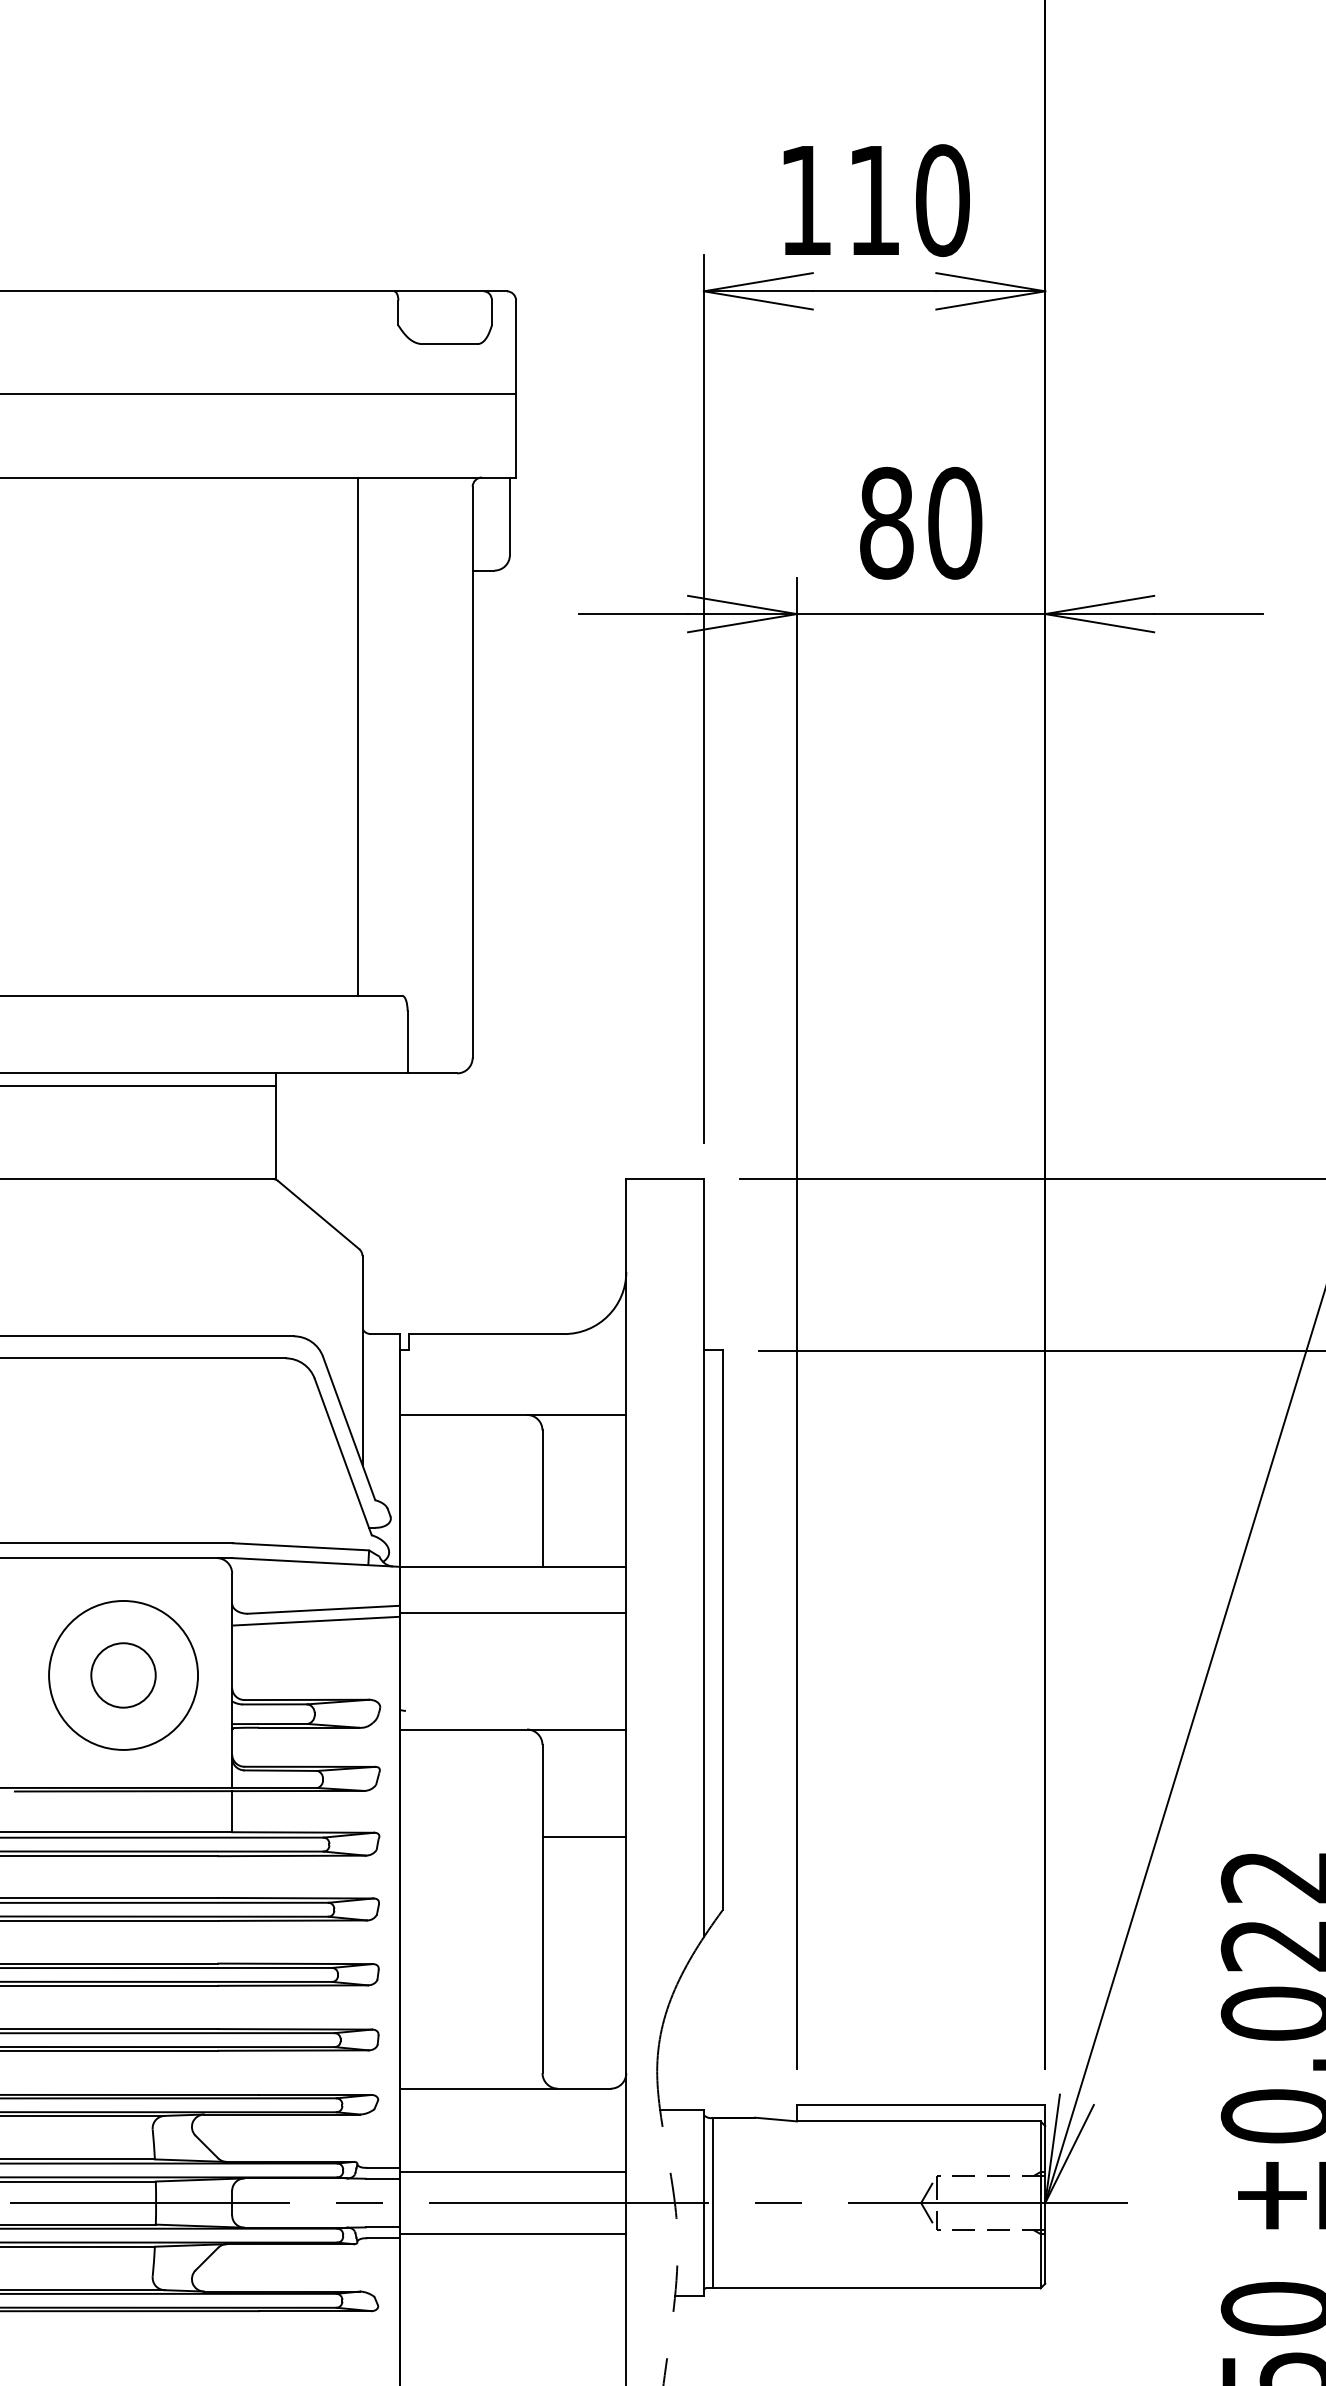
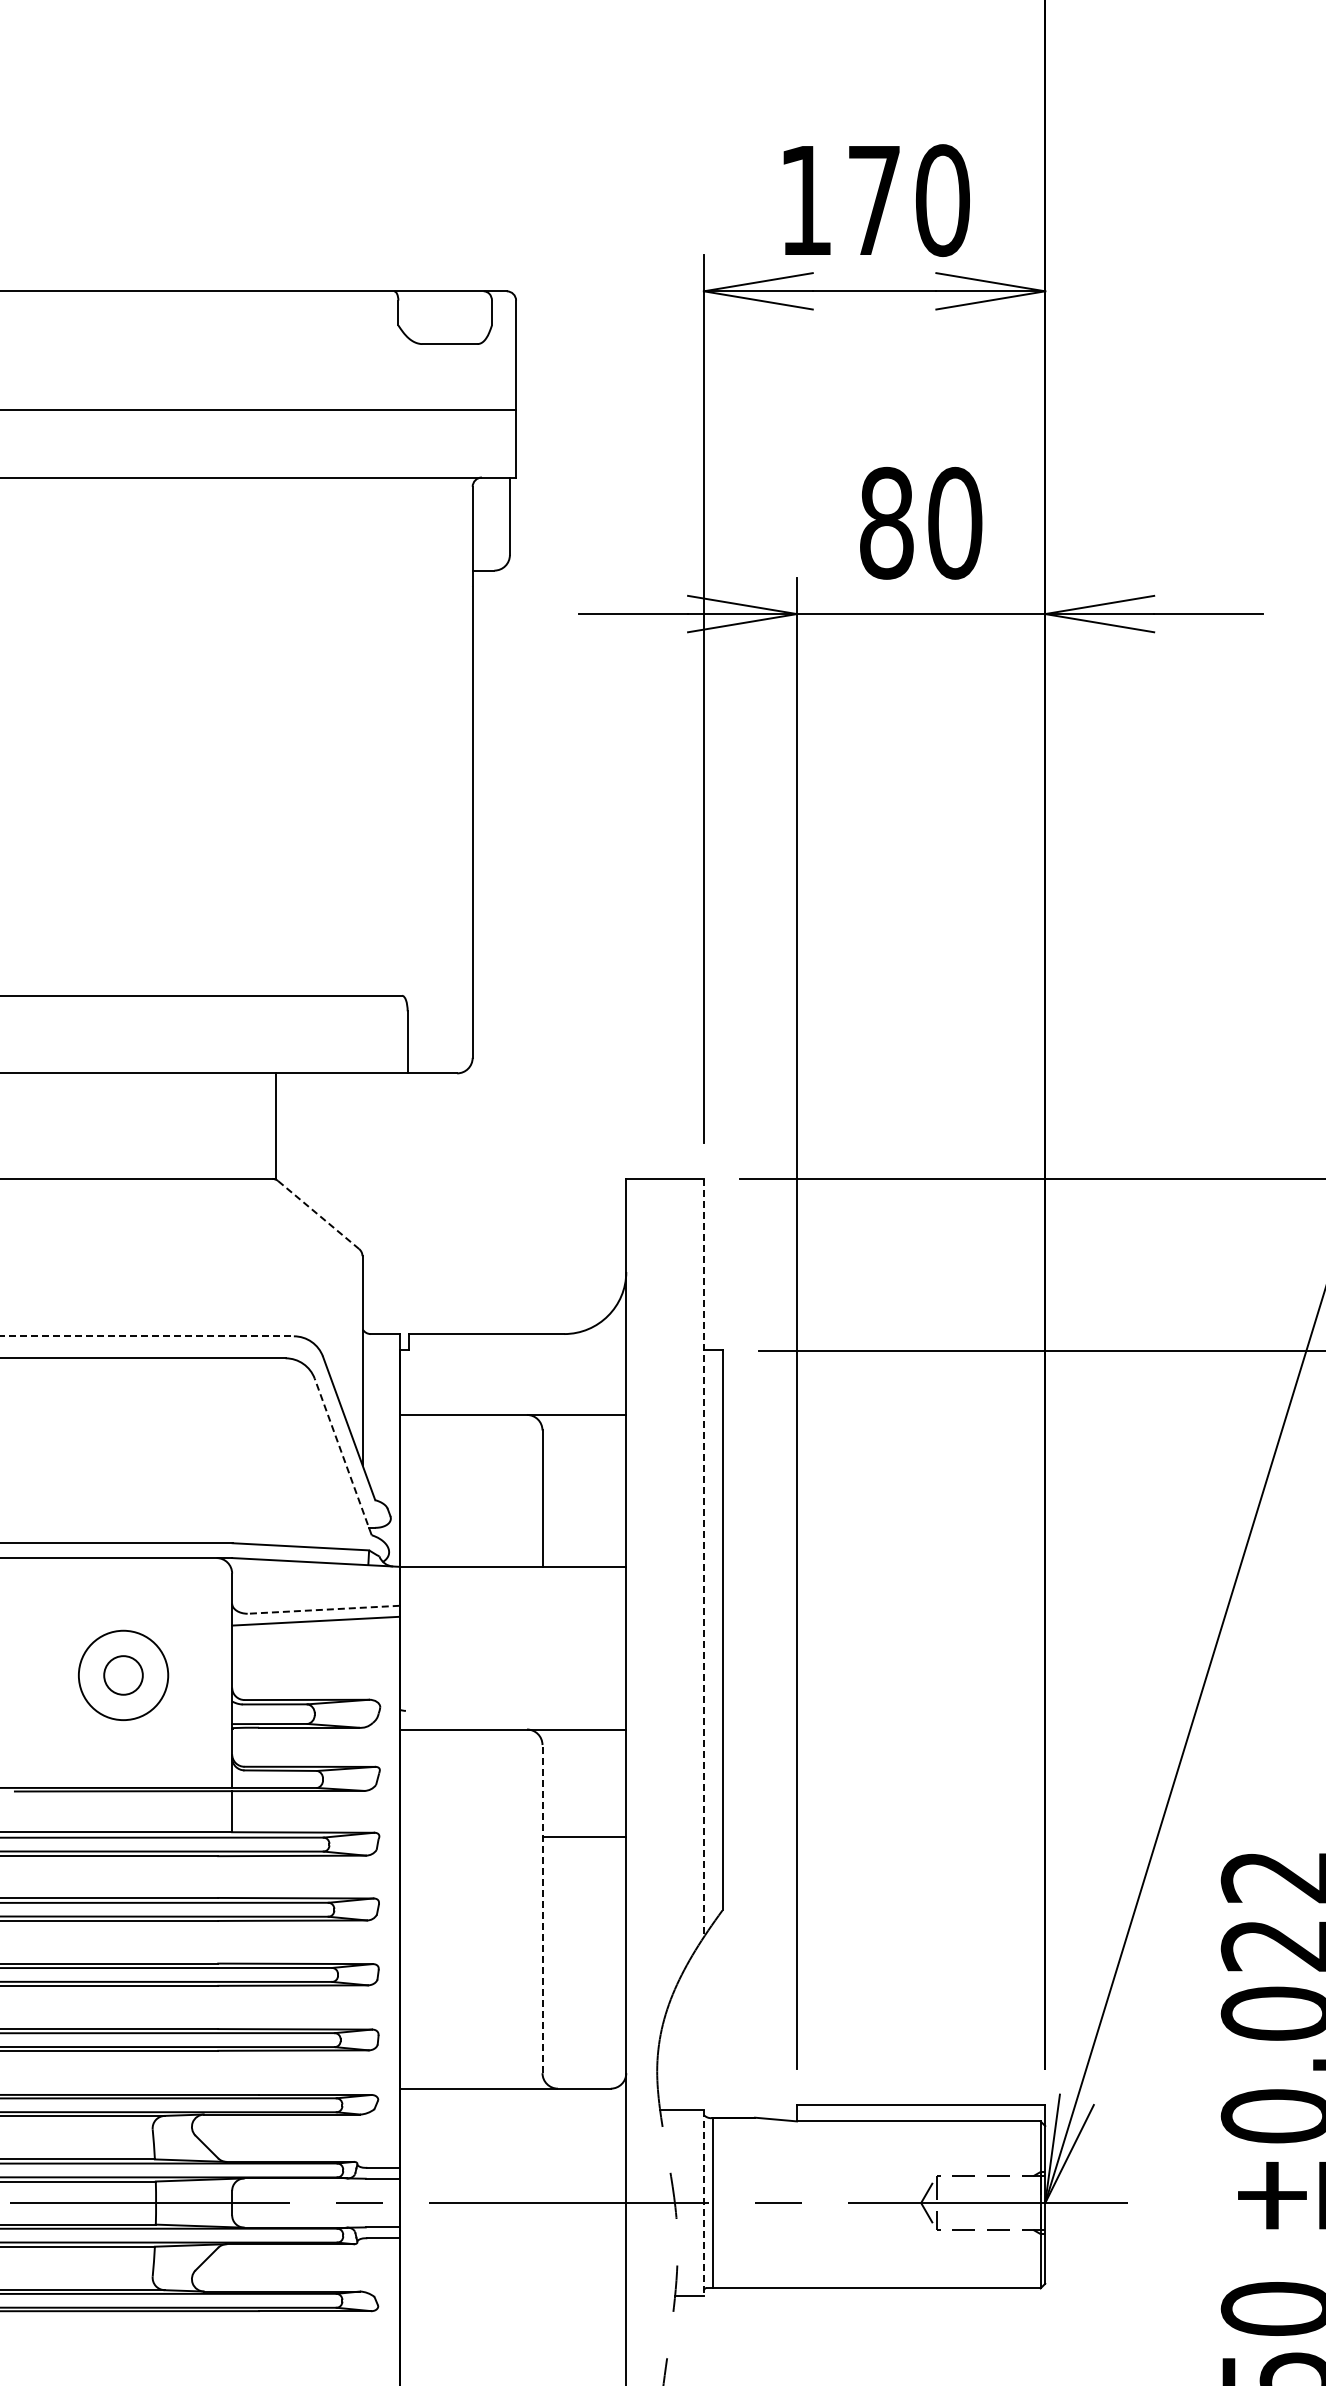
text at (874, 200): 110 -> 170
line at (259, 393) position: (259, 393) -> (259, 409)
line at (357, 736): present -> none
line at (138, 1085): present -> none
line at (318, 1215): solid -> dashed
line at (147, 1336): solid -> dashed
line at (343, 1456): solid -> dashed
line at (703, 1558): solid -> dashed
line at (323, 1609): solid -> dashed
line at (512, 1612): present -> none
circle at (123, 1674) diameter: 149 px -> 89 px
circle at (123, 1675) diameter: 64 px -> 39 px
line at (542, 1908): solid -> dashed
line at (512, 2172): present -> none
line at (703, 2203): solid -> dashed
line at (512, 2233): present -> none
